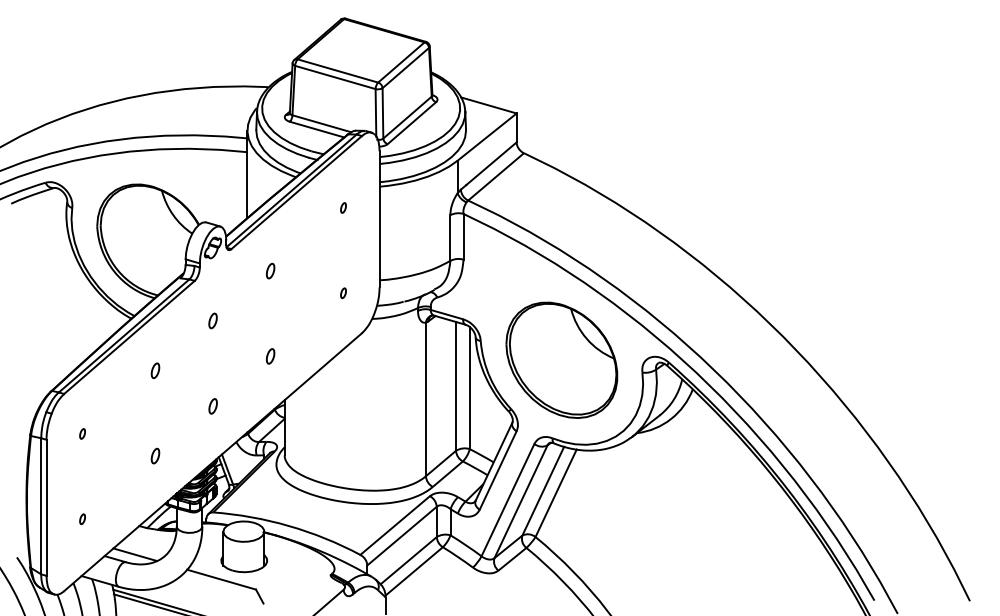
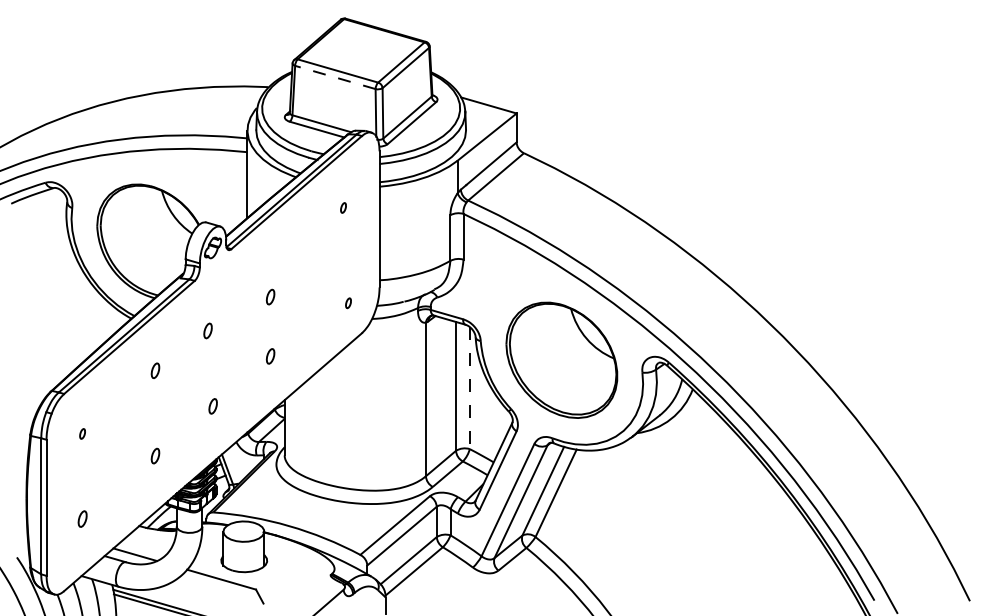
line at (335, 77): solid -> dashed
part at (270, 270) position: (270, 270) -> (270, 296)
part at (343, 293) position: (343, 293) -> (348, 303)
part at (212, 320) position: (212, 320) -> (207, 330)
line at (469, 388): solid -> dashed
part at (82, 519) size: 7x13 px -> 11x18 px
